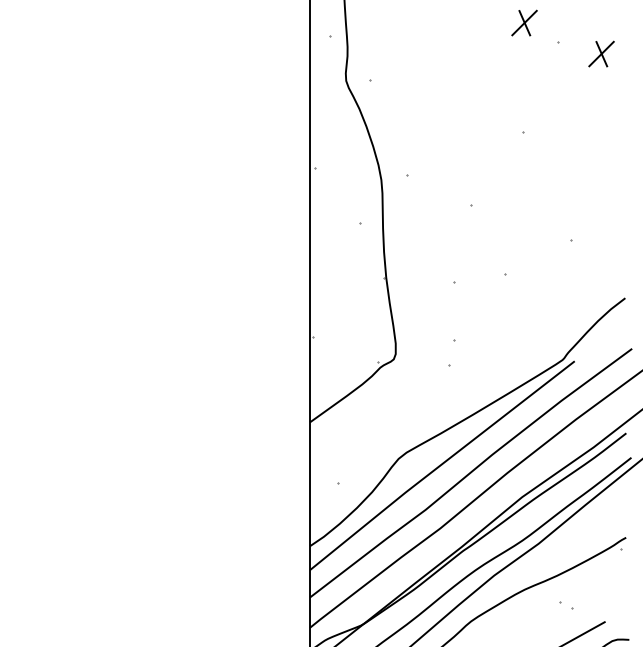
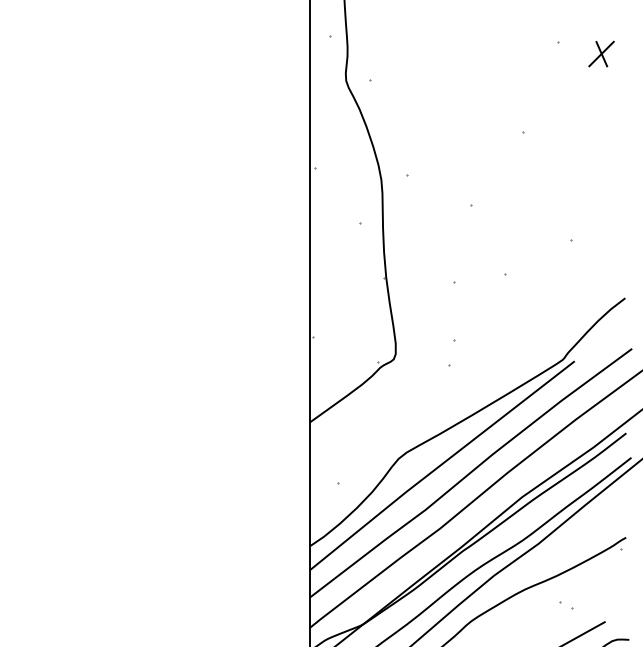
part at (524, 22): present -> none
